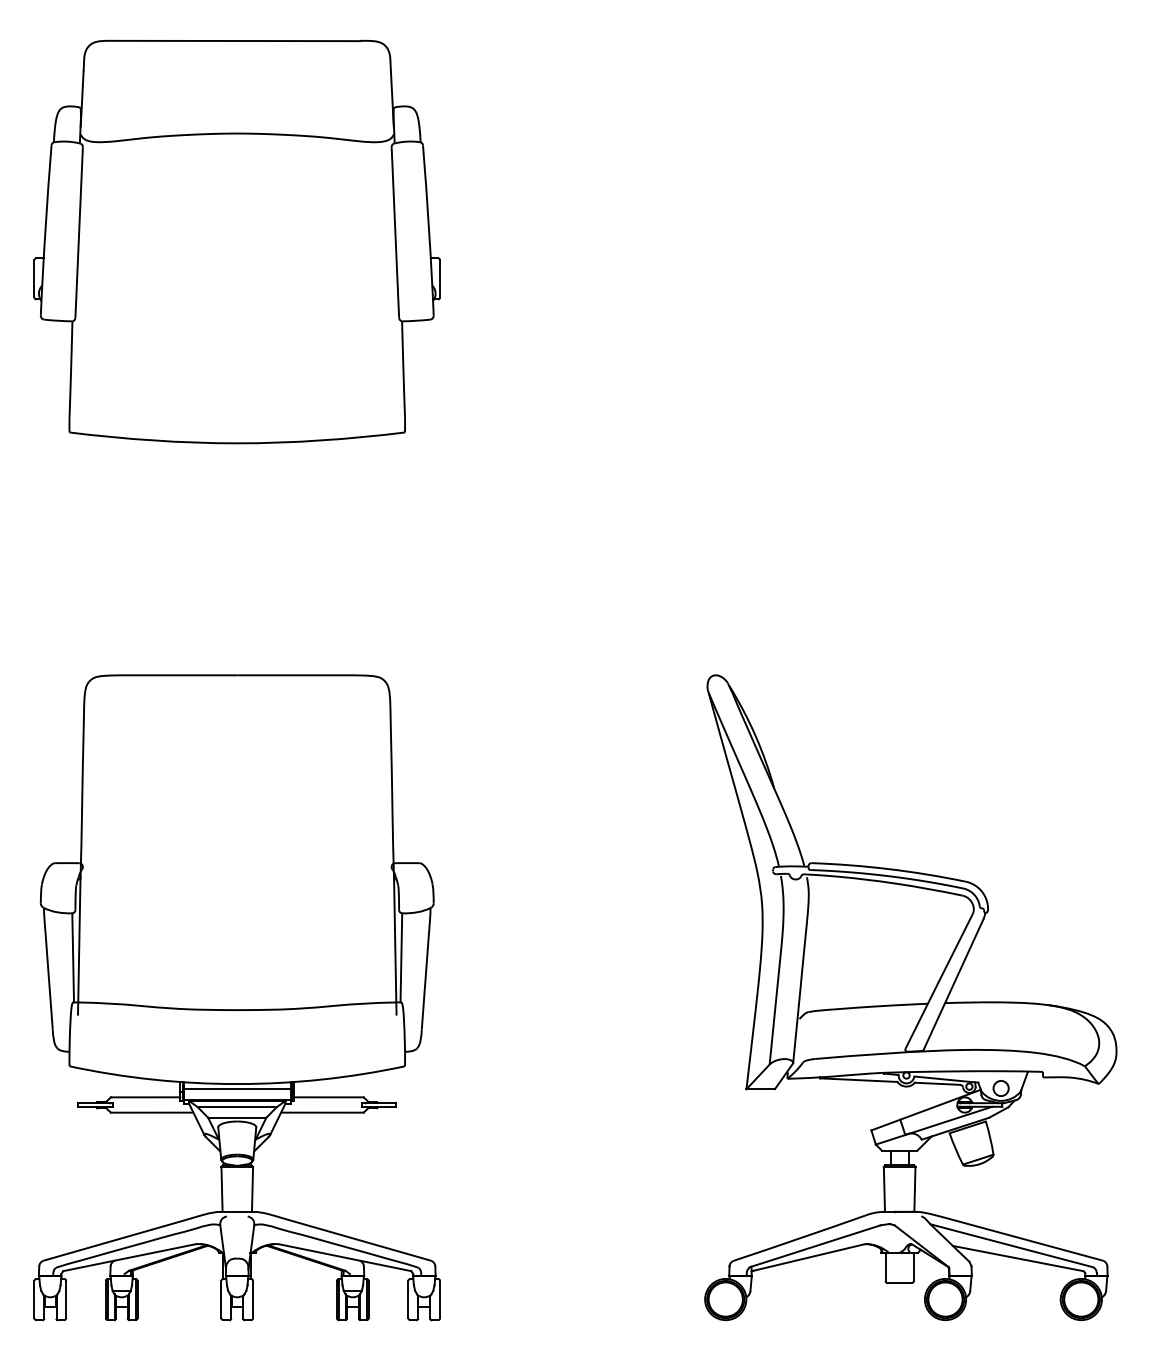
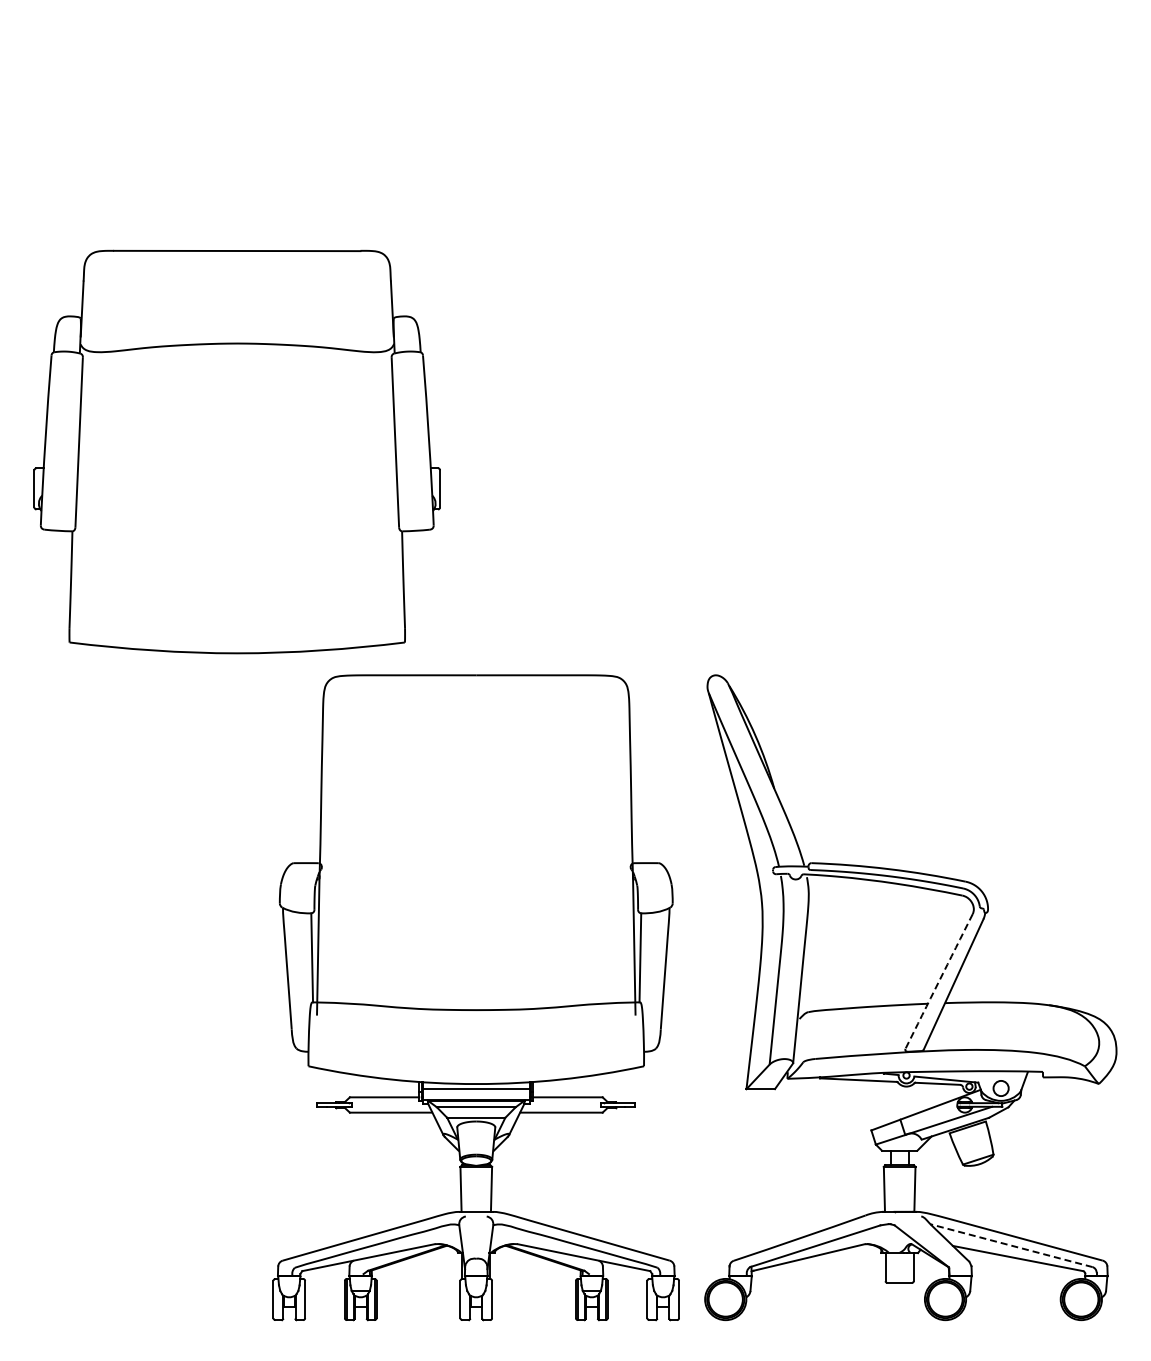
part at (236, 241) position: (236, 241) -> (236, 451)
arc at (939, 981): solid -> dashed
part at (236, 997) position: (236, 997) -> (475, 997)
line at (1011, 1245): solid -> dashed
